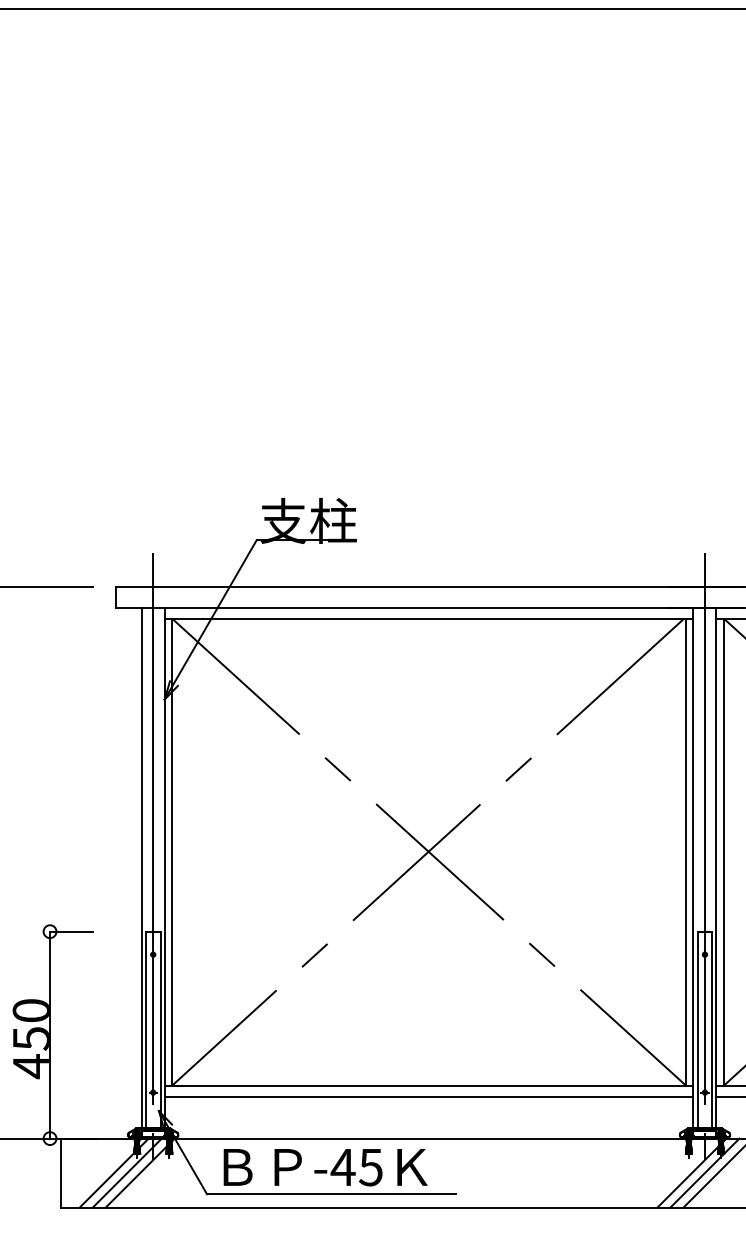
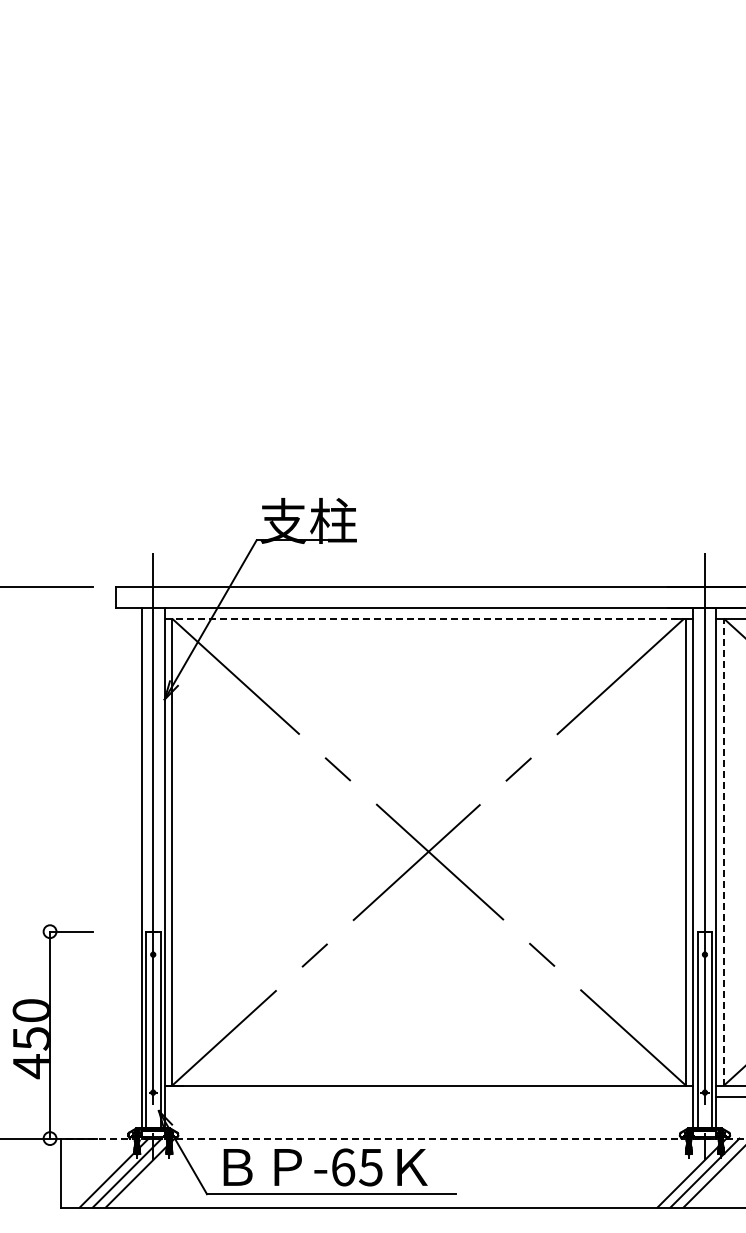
line at (372, 8): present -> none
line at (429, 618): solid -> dashed
line at (723, 852): solid -> dashed
line at (428, 1097): present -> none
line at (403, 1138): solid -> dashed
text at (342, 1167): -45 -> -65
